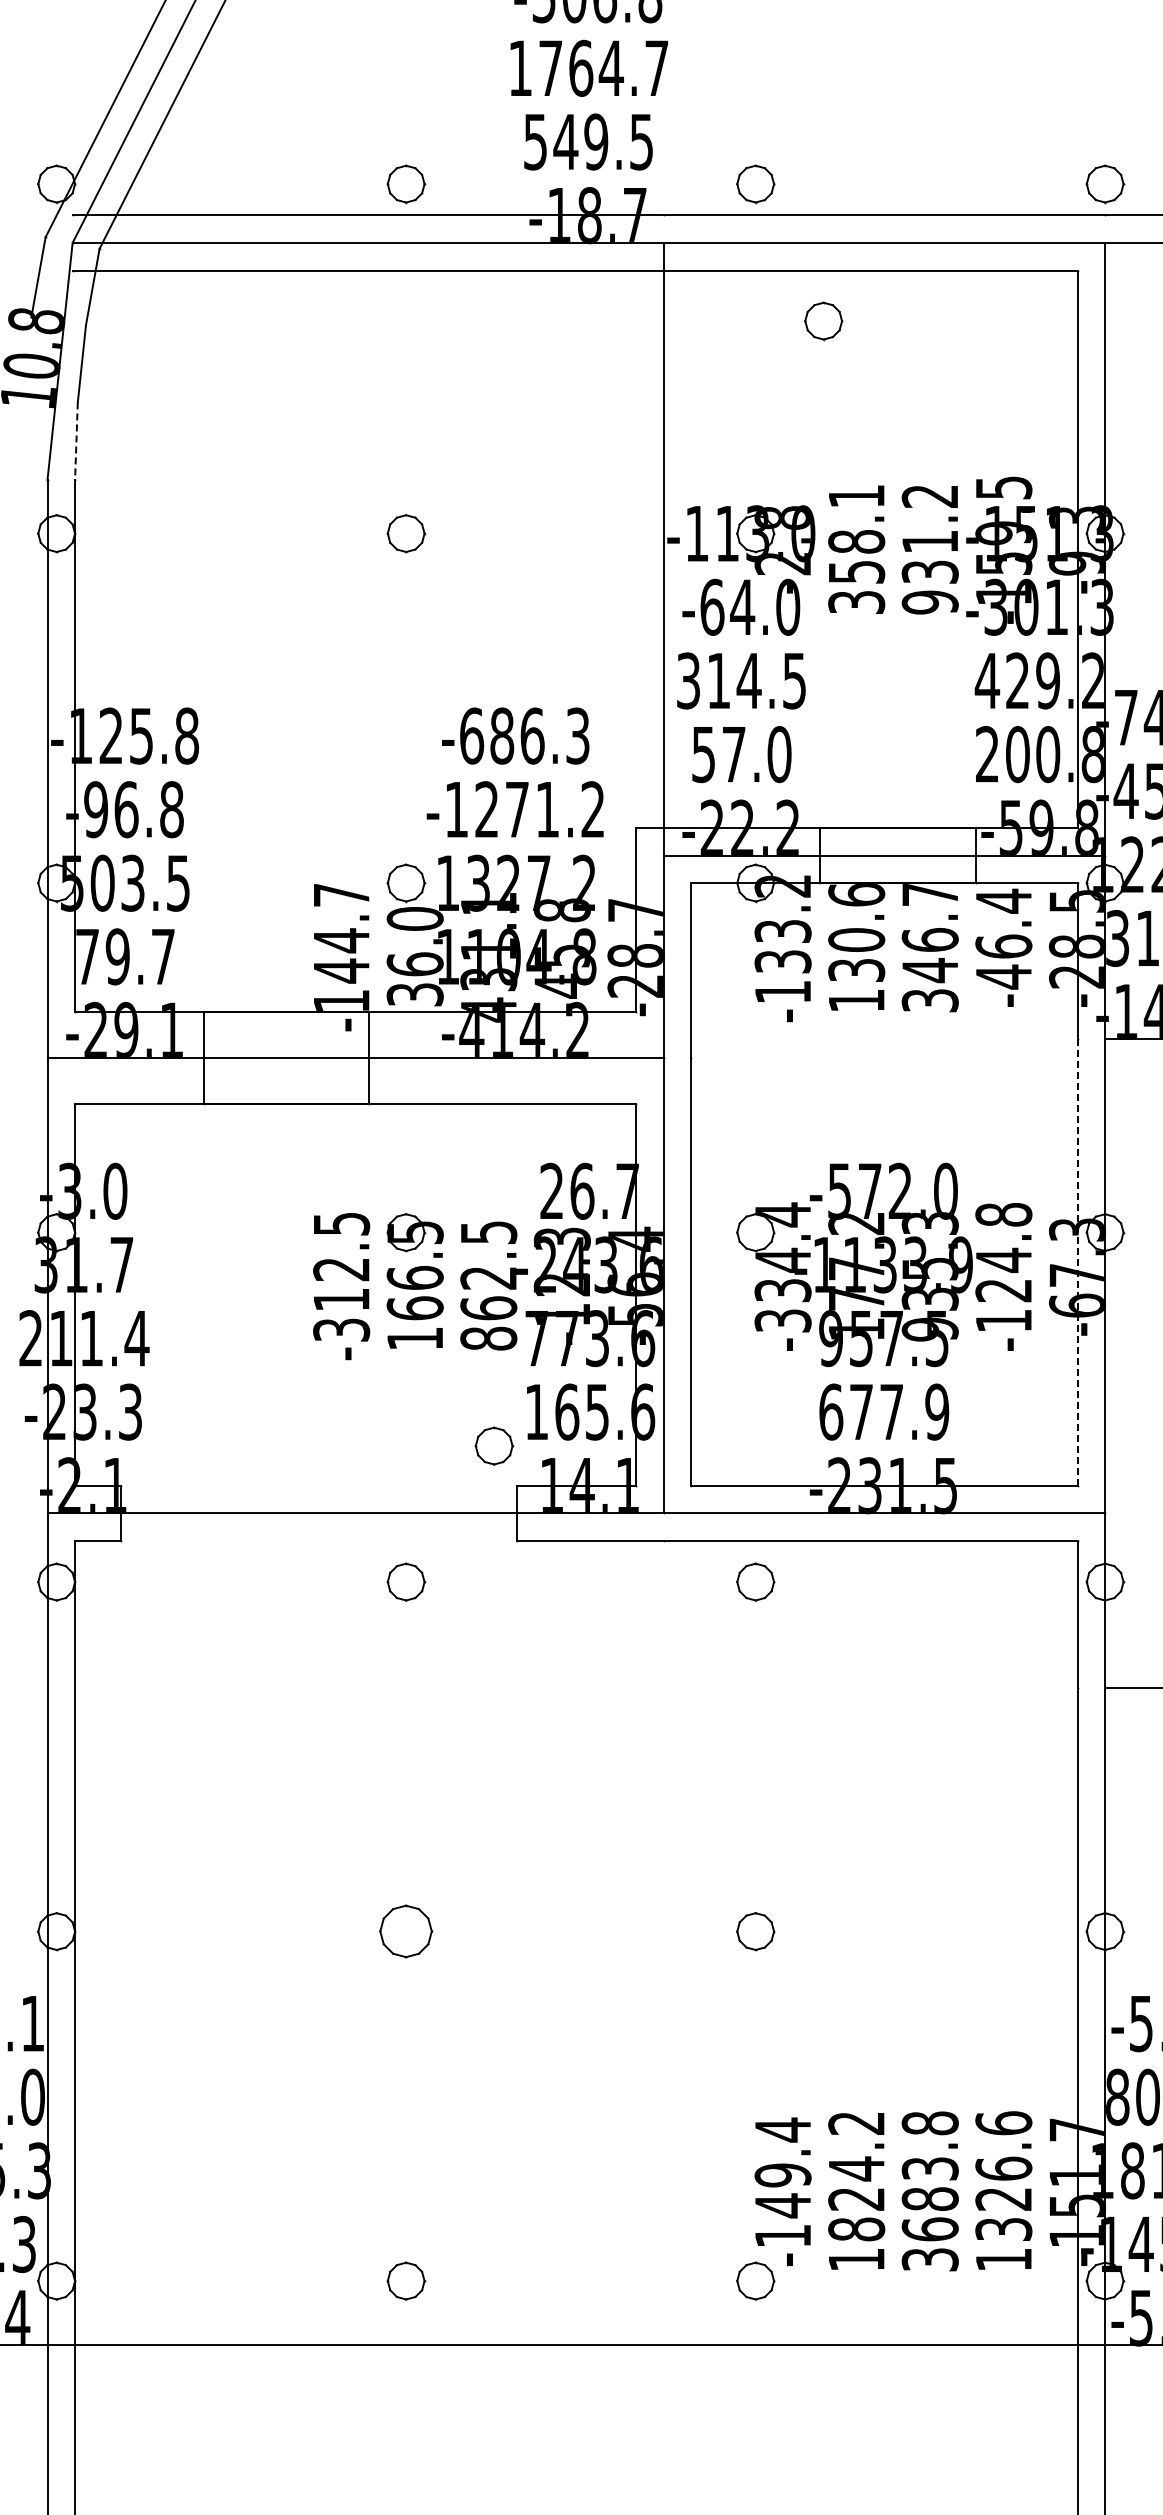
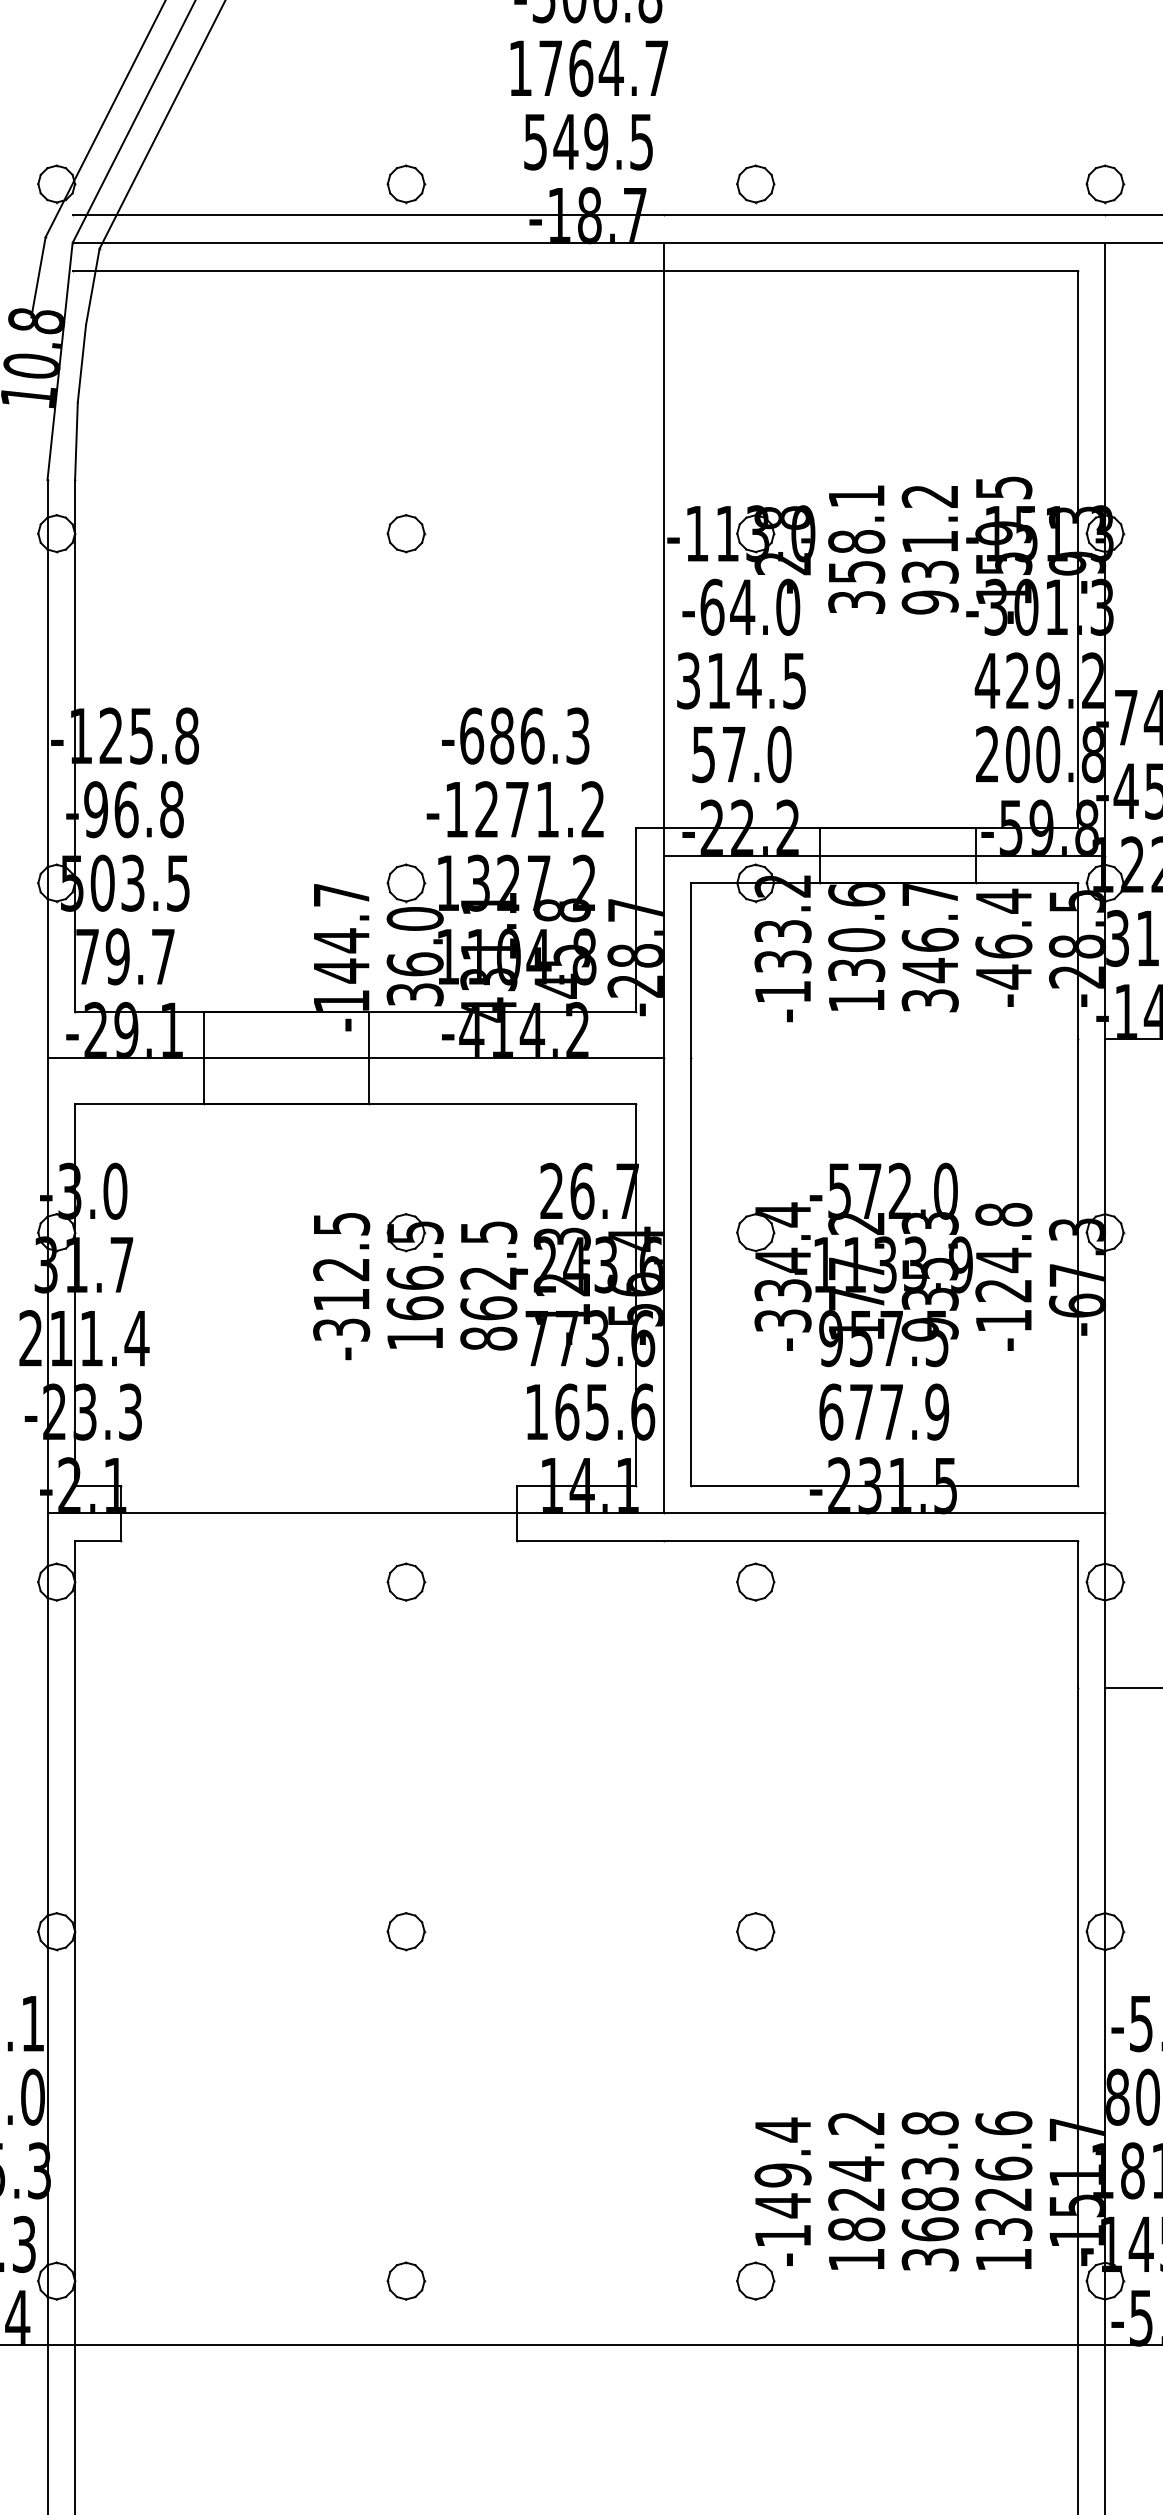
part at (823, 321): present -> none
line at (76, 441): dashed -> solid
line at (1077, 1262): dashed -> solid
part at (494, 1445): present -> none
part at (406, 1931) size: 55x55 px -> 41x40 px
